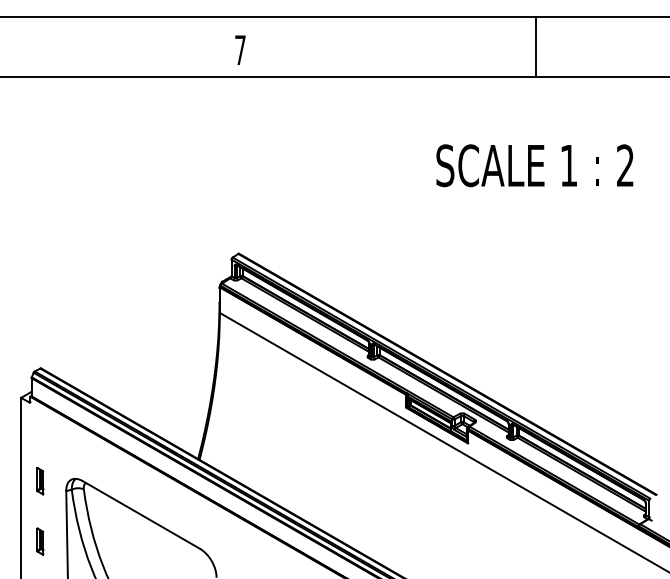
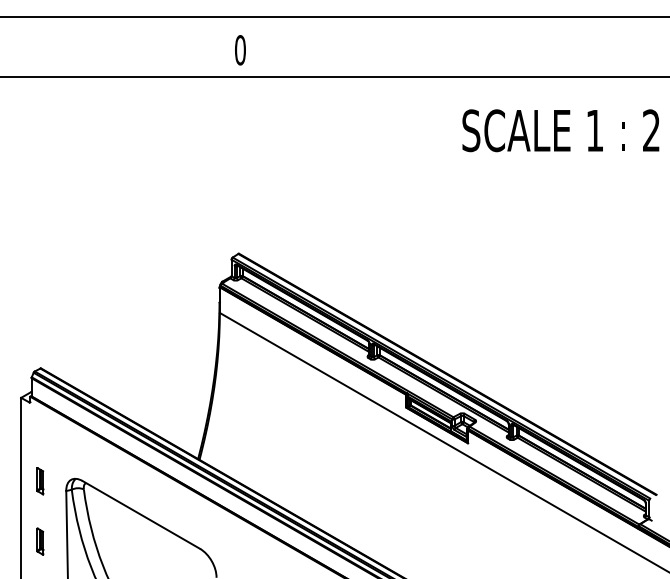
line at (536, 46): present -> none
text at (240, 50): 7 -> 0
text at (534, 165) position: (534, 165) -> (560, 130)
